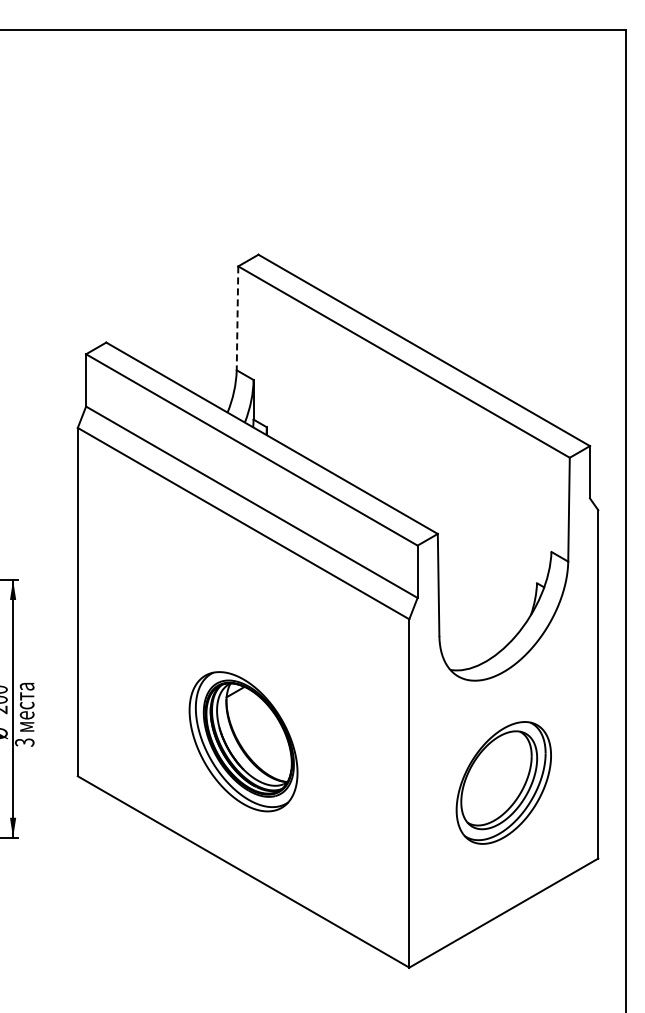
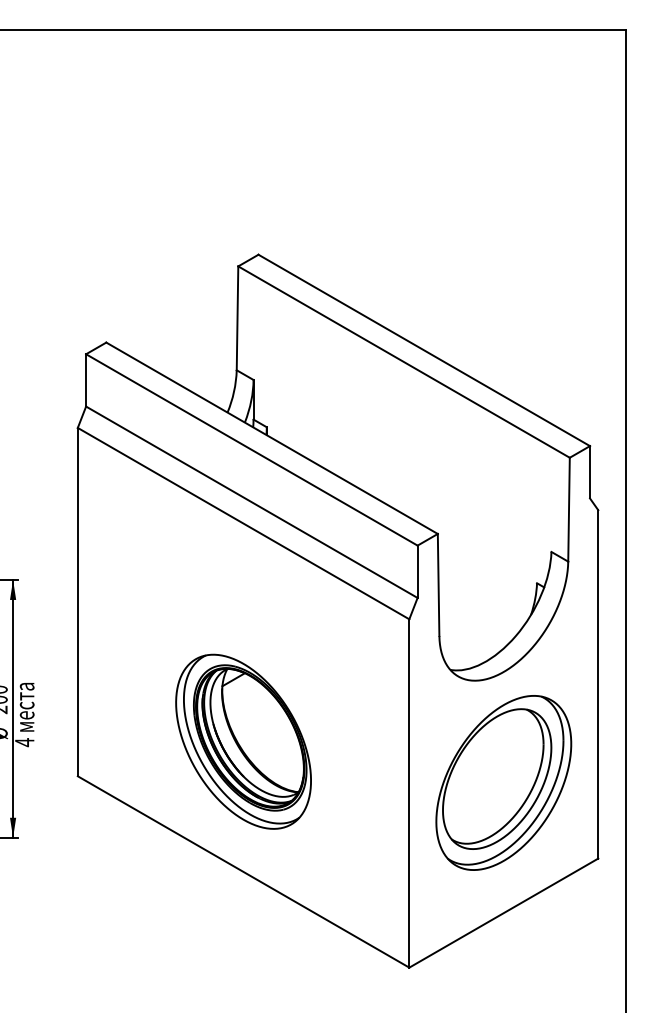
line at (237, 318): dashed -> solid
part at (243, 741) size: 111x142 px -> 137x177 px
text at (24, 742): 3 -> 4
part at (503, 782) size: 97x124 px -> 138x176 px
